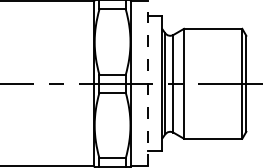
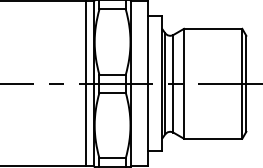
line at (86, 83): none -> present
line at (147, 83): dashed -> solid
